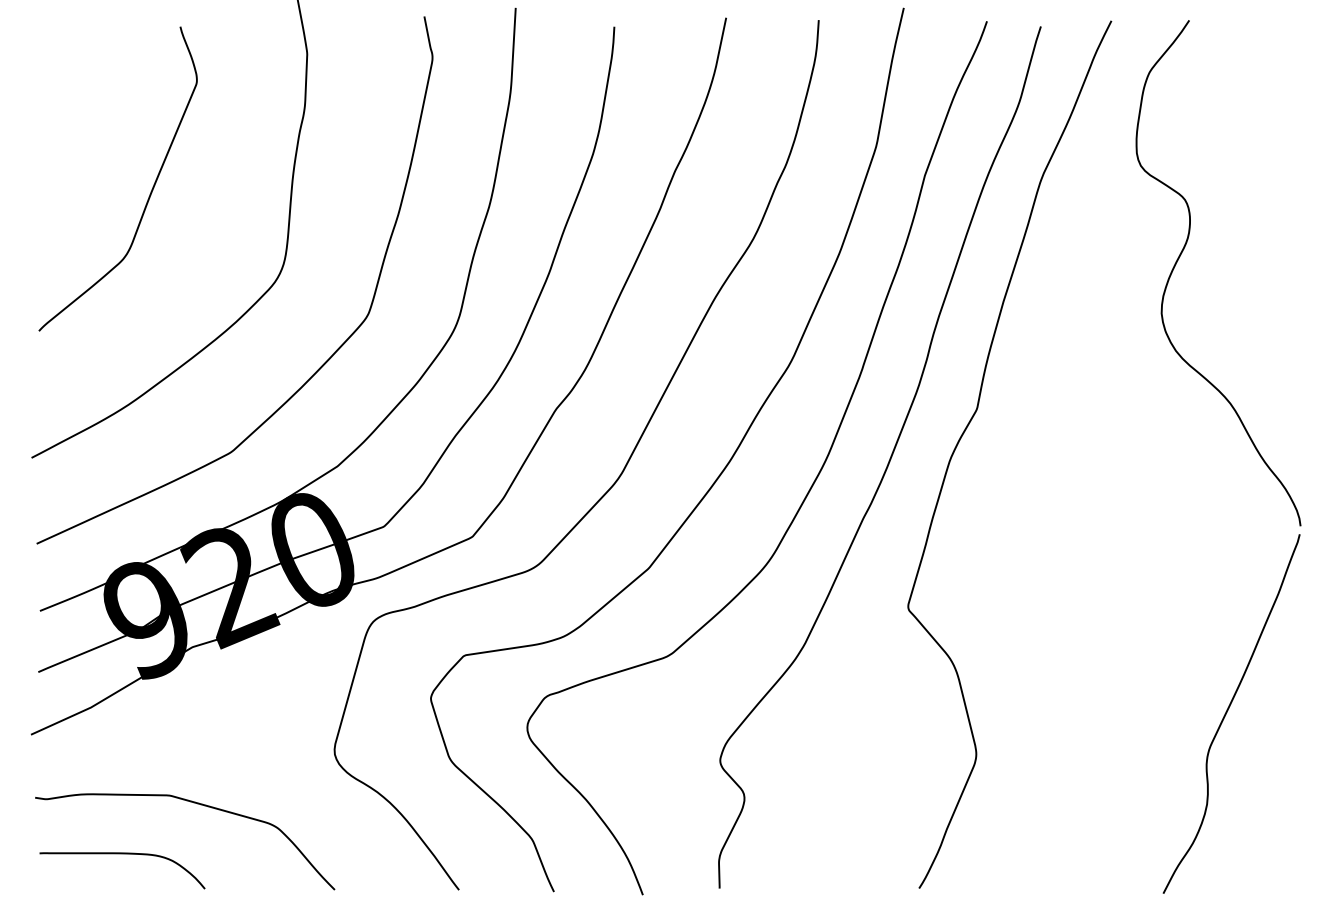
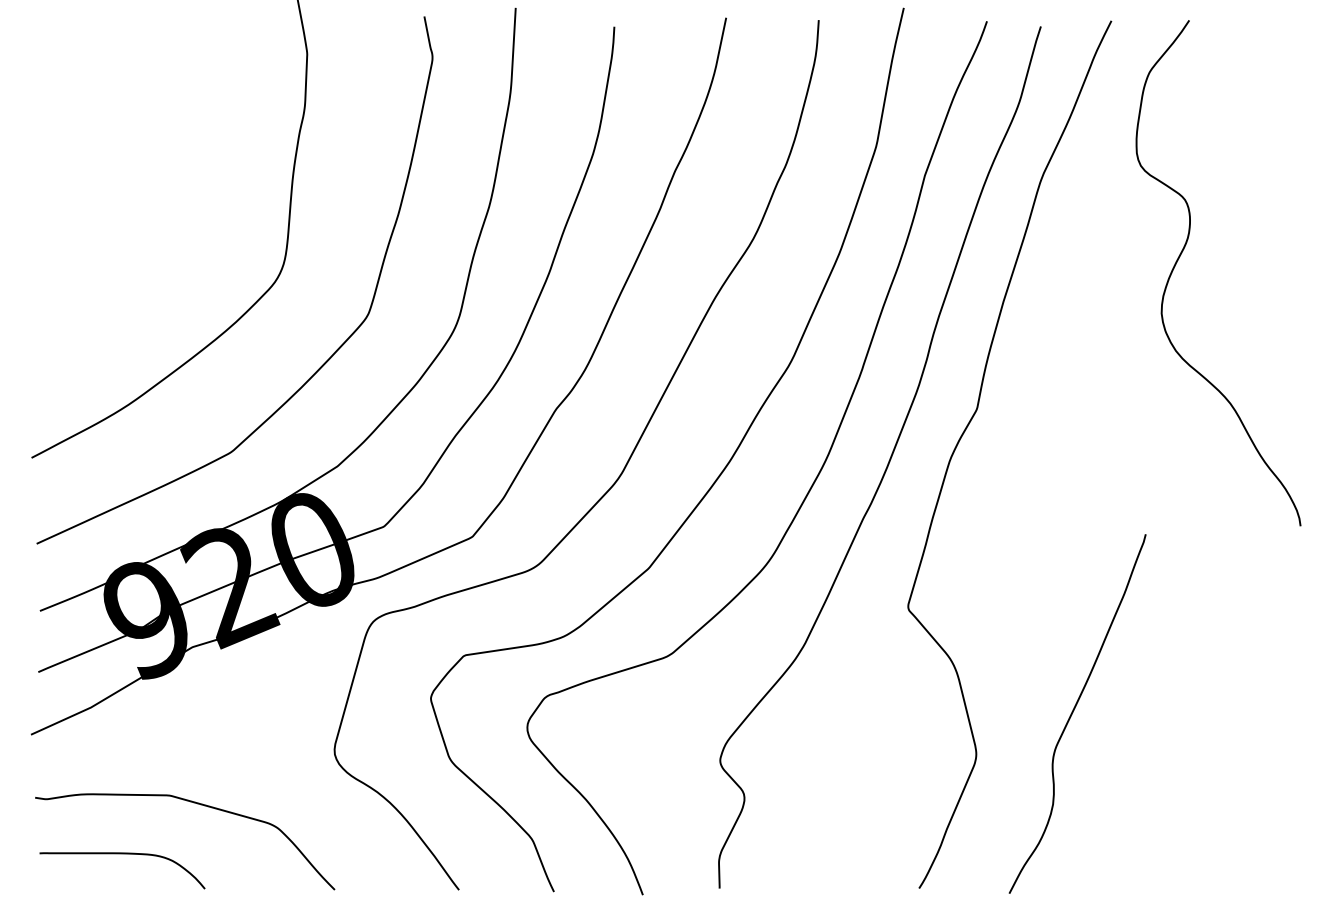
curve at (150, 191): present -> none
curve at (1227, 712) position: (1227, 712) -> (1073, 712)
